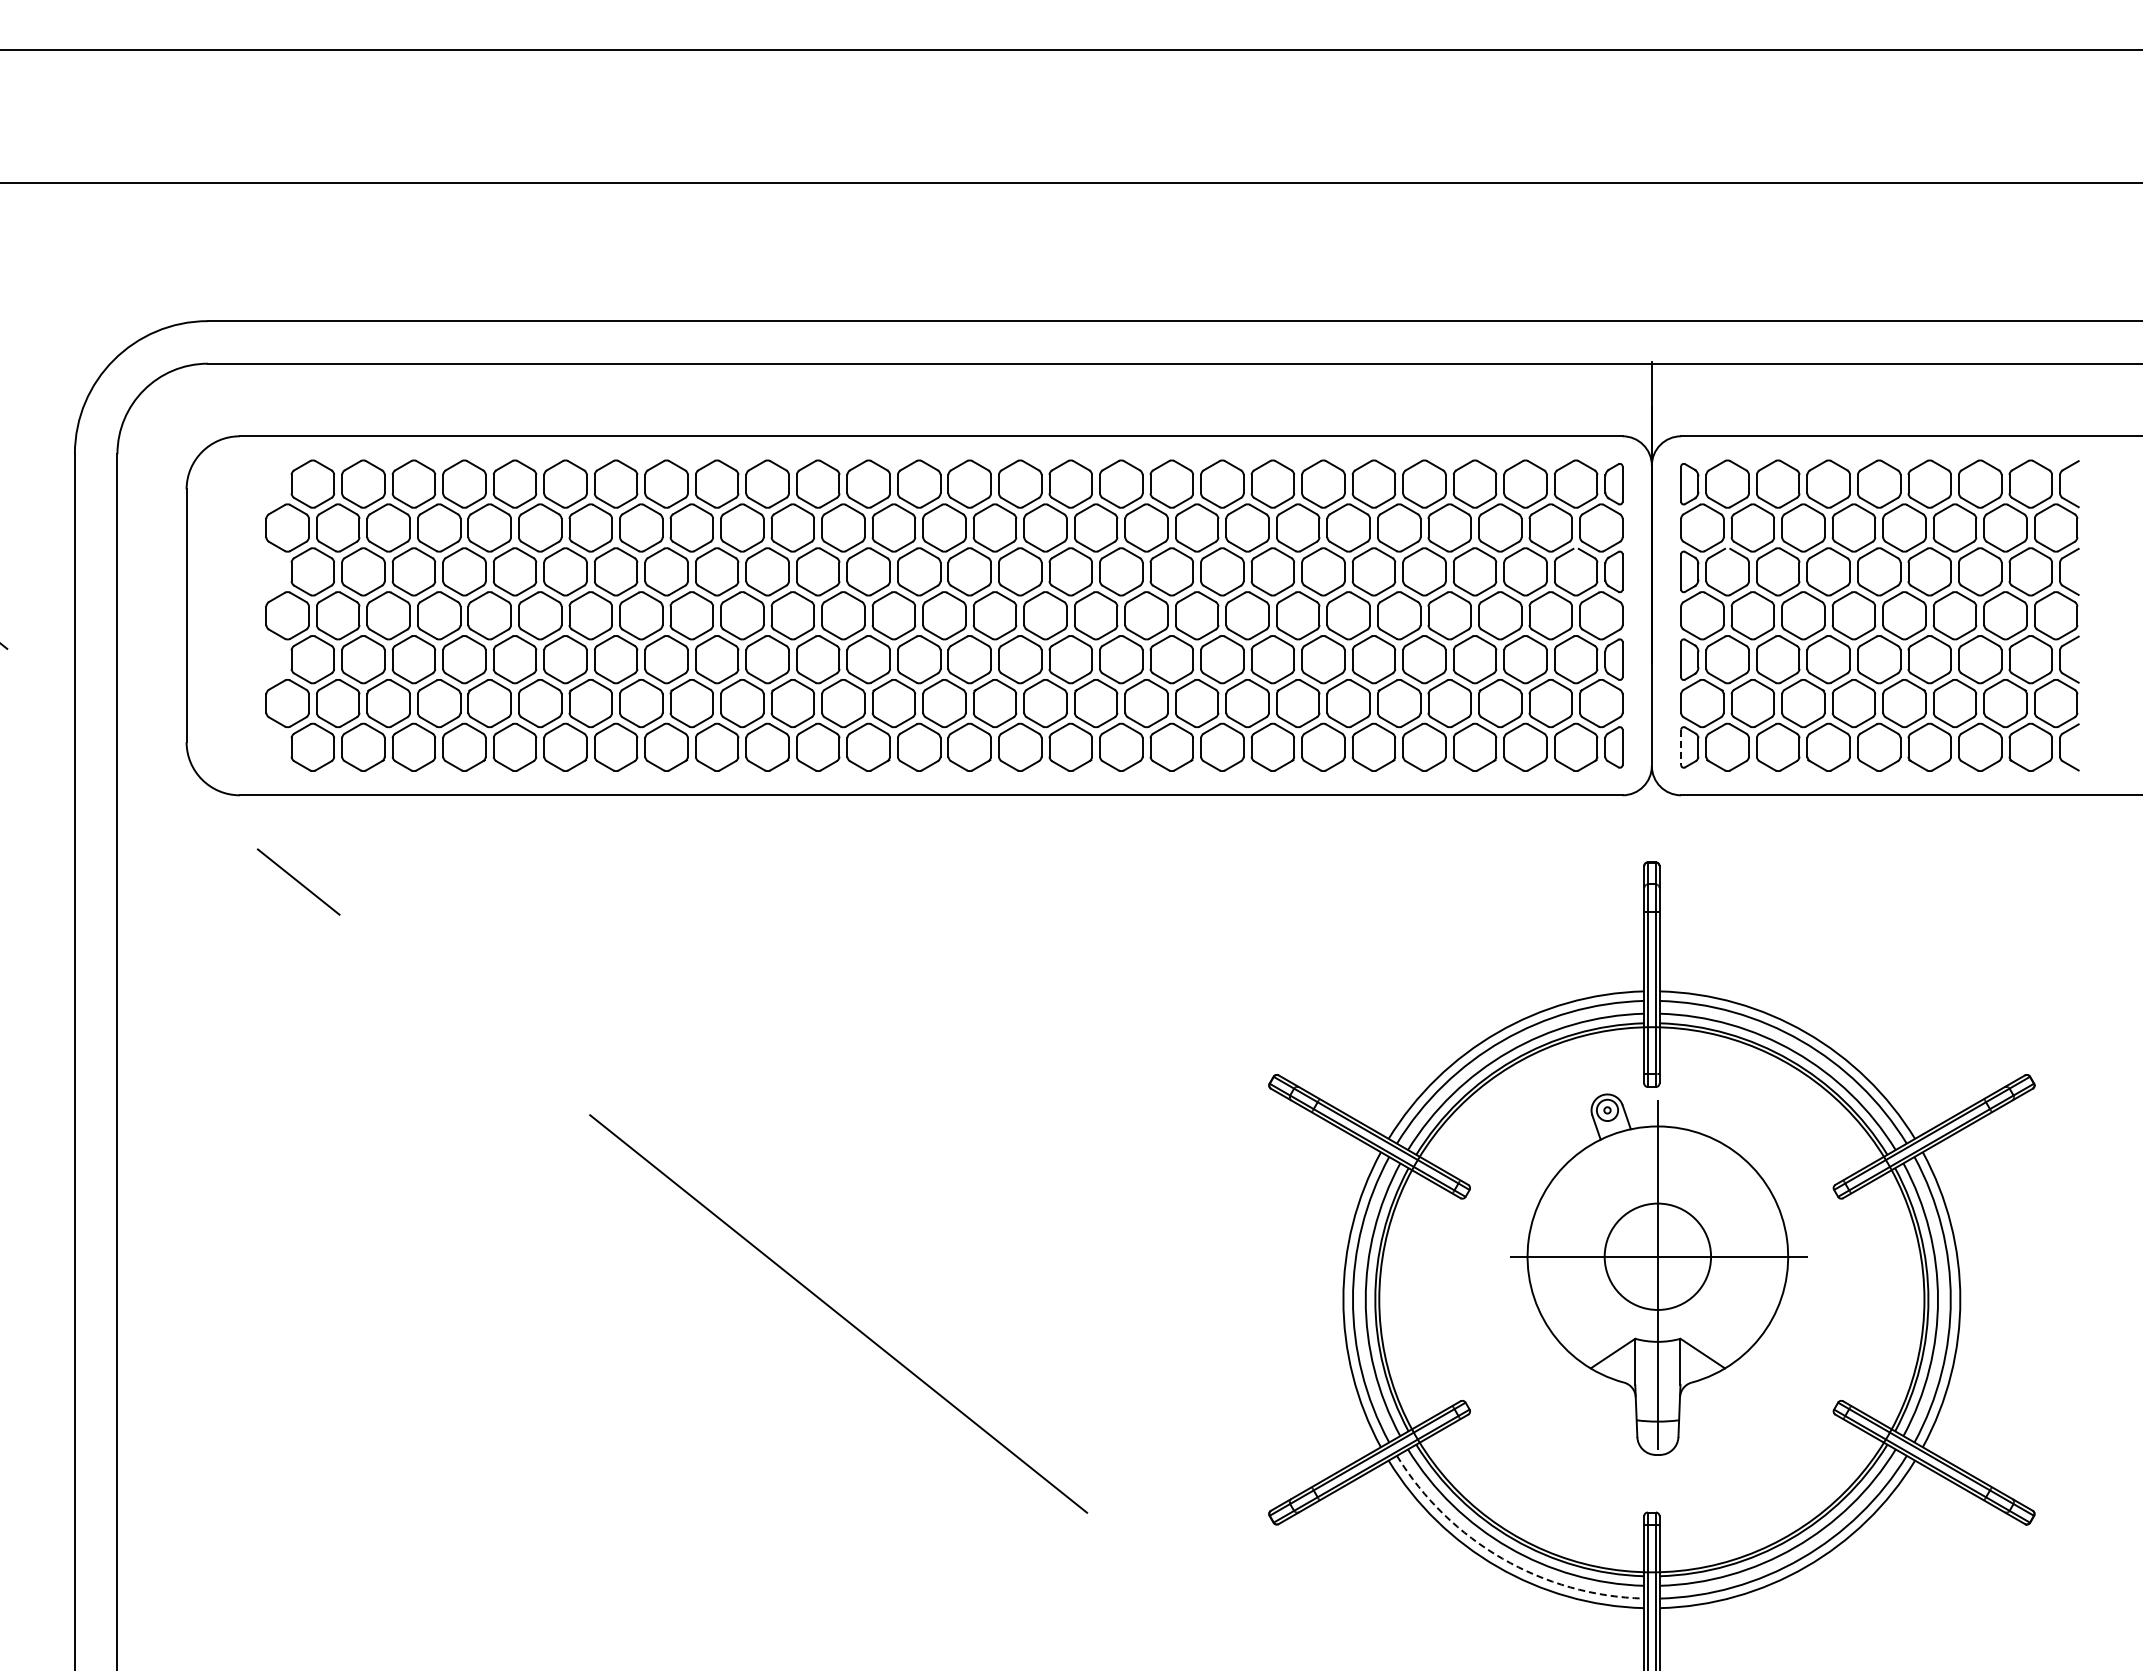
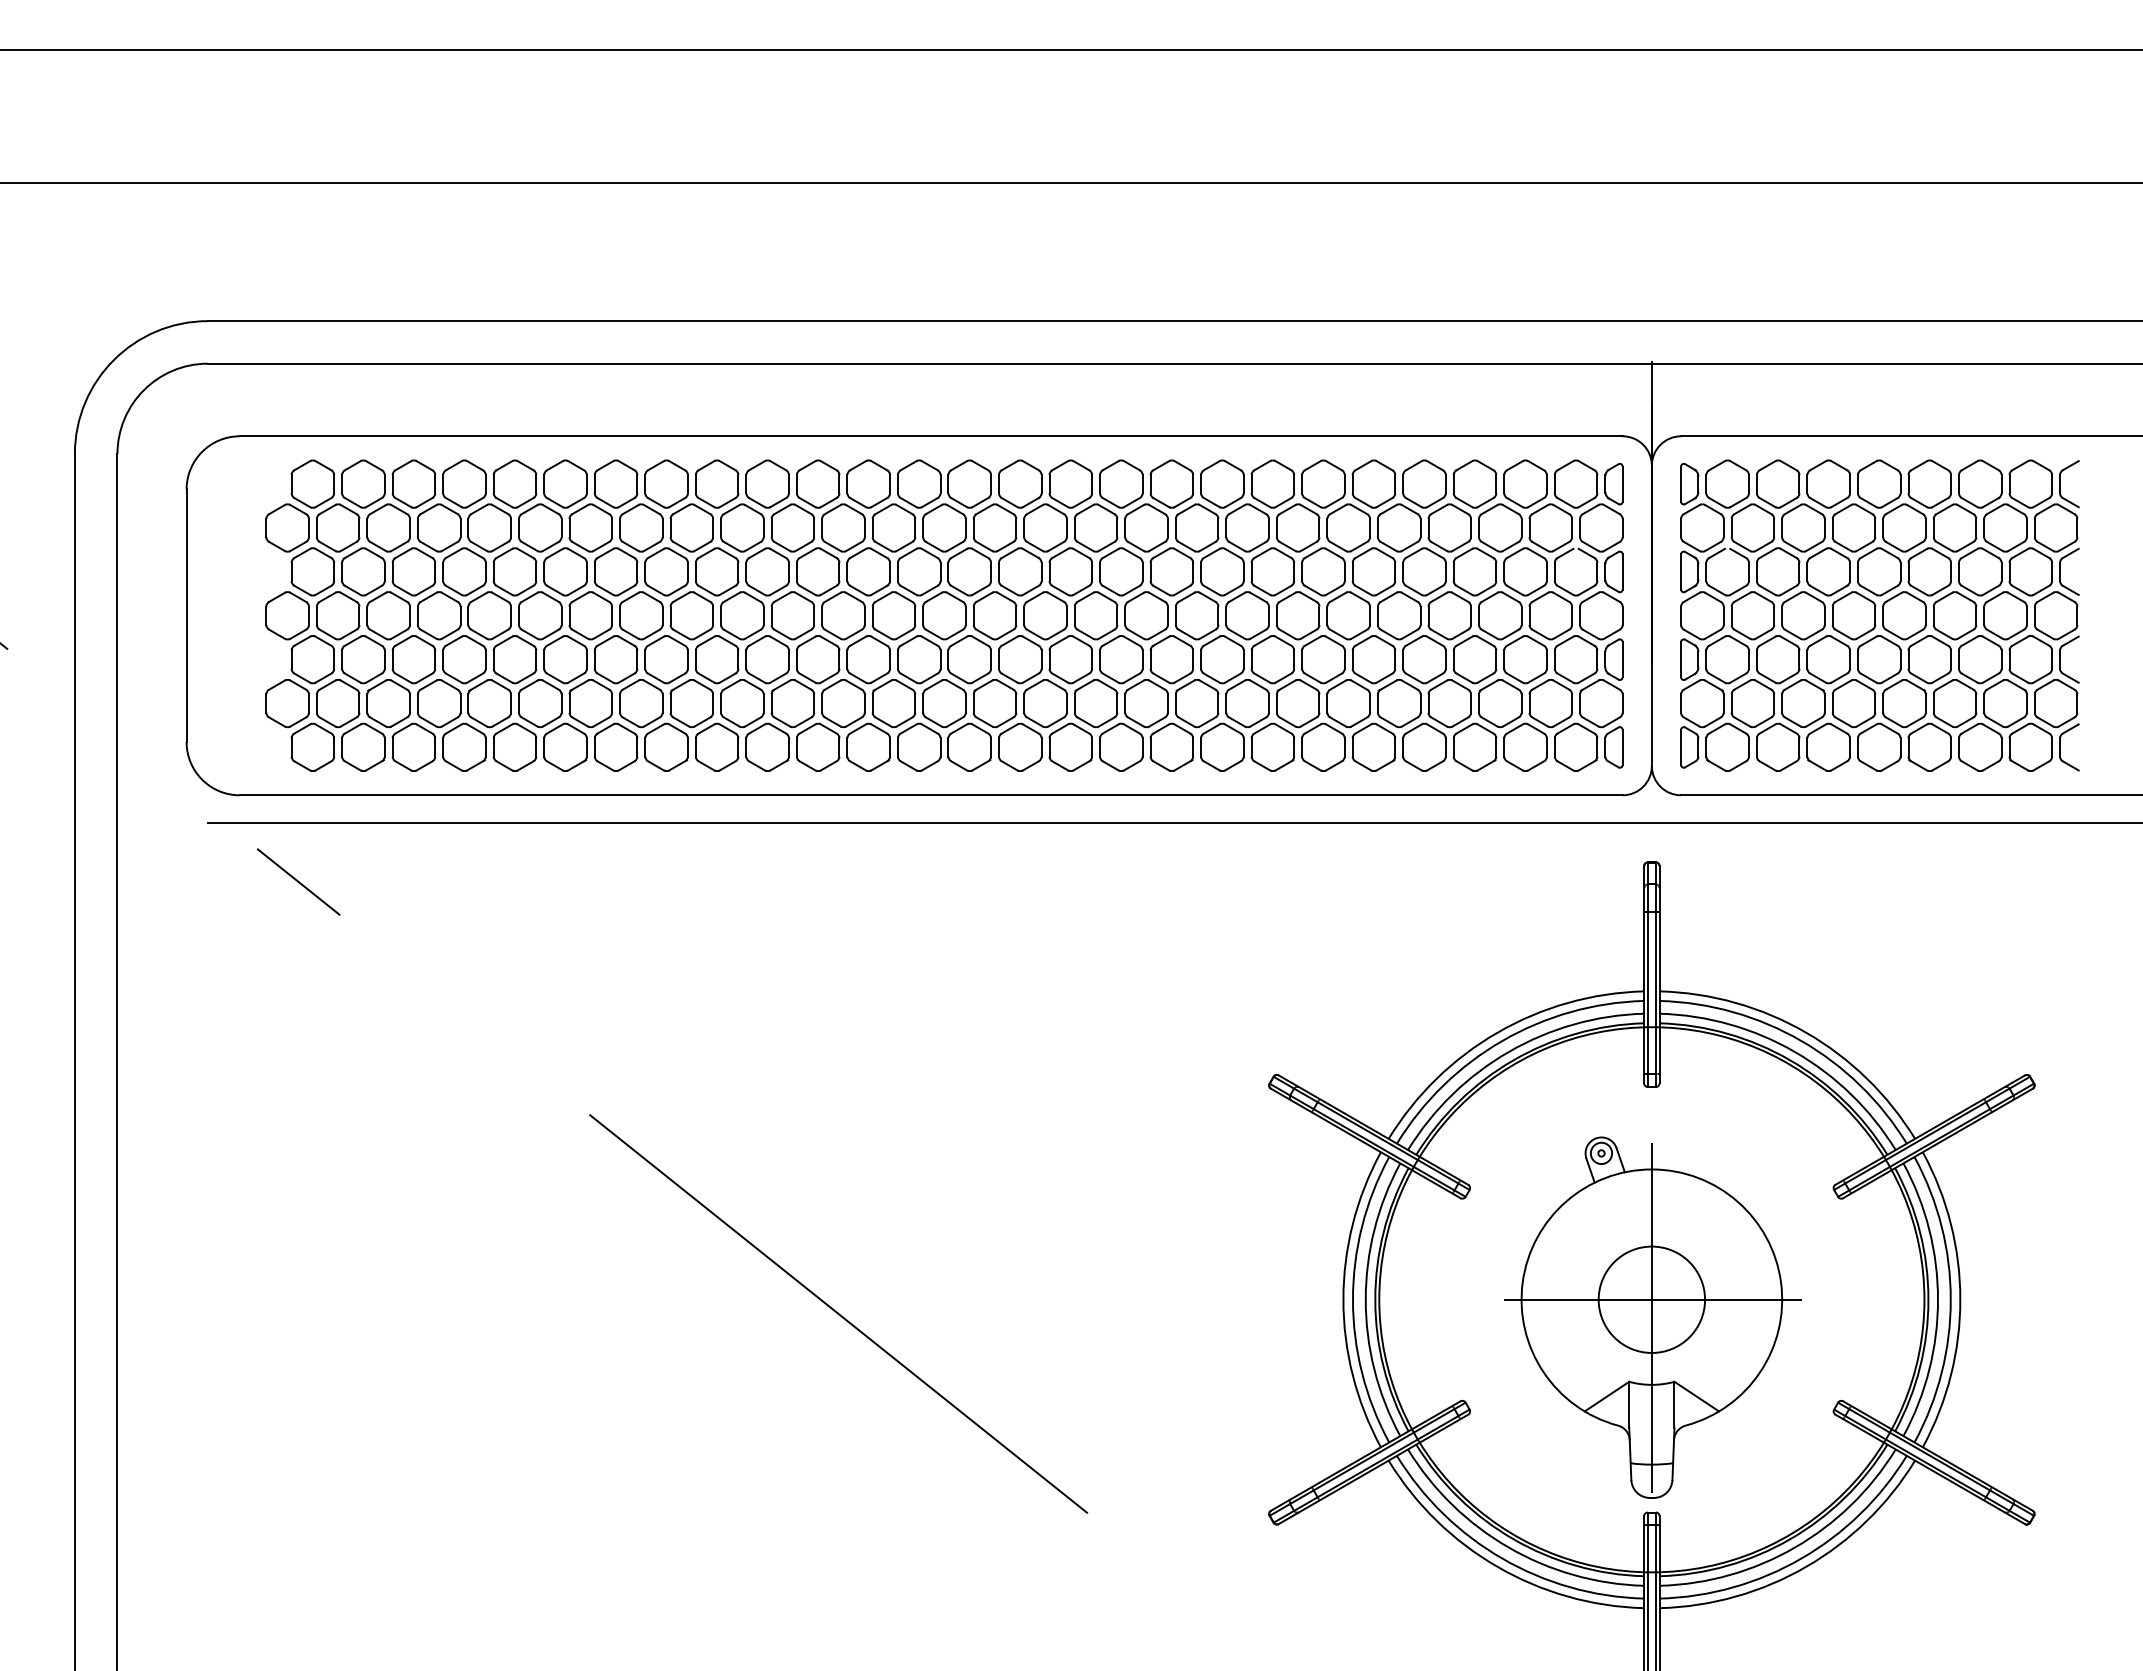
line at (1681, 747): dashed -> solid
line at (1173, 823): none -> present
part at (1658, 1274) position: (1658, 1274) -> (1652, 1317)
arc at (1502, 1558): dashed -> solid
